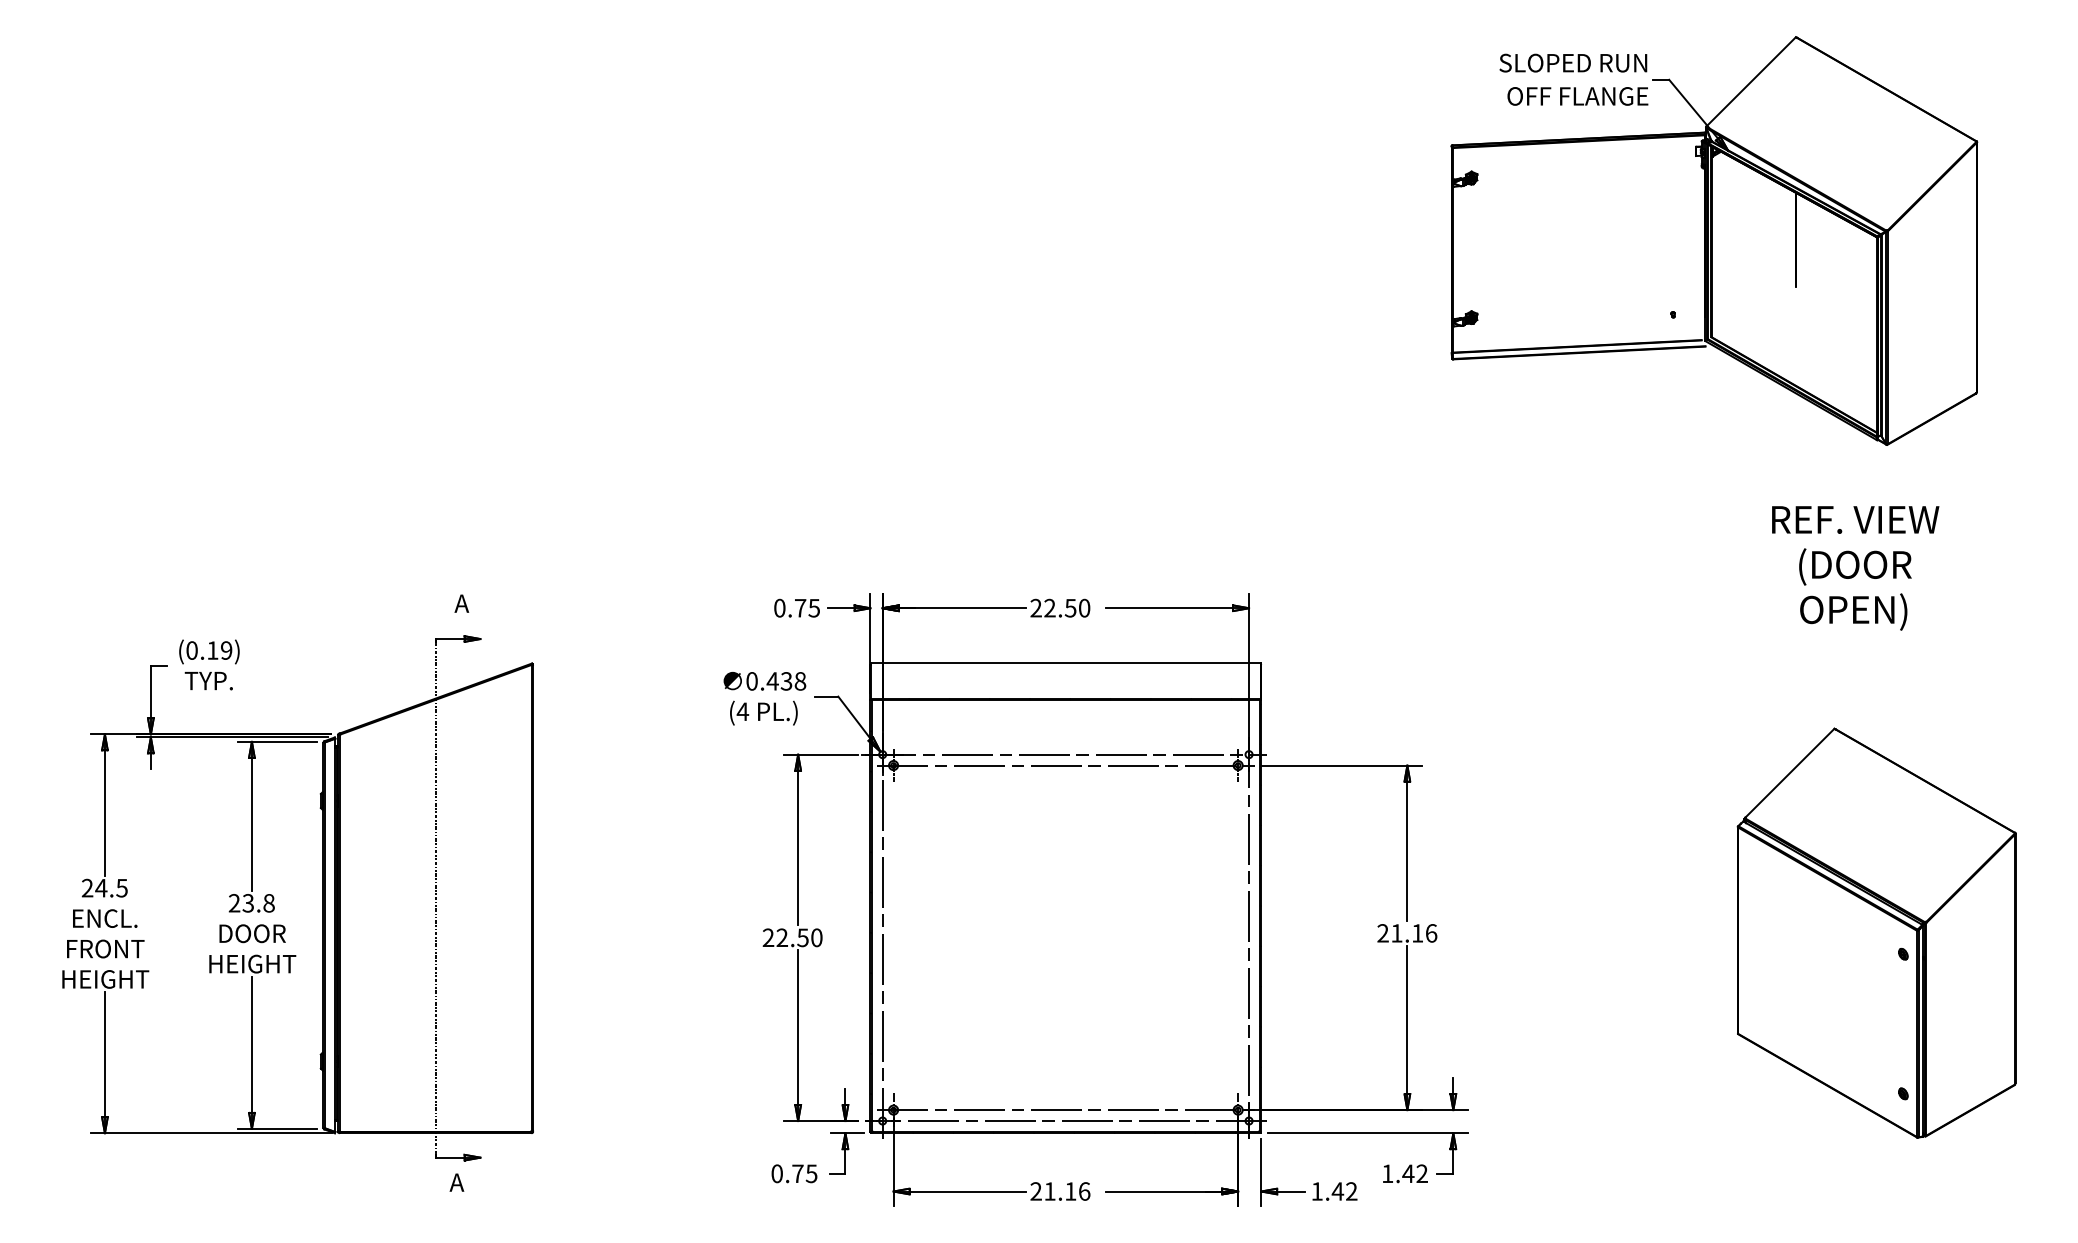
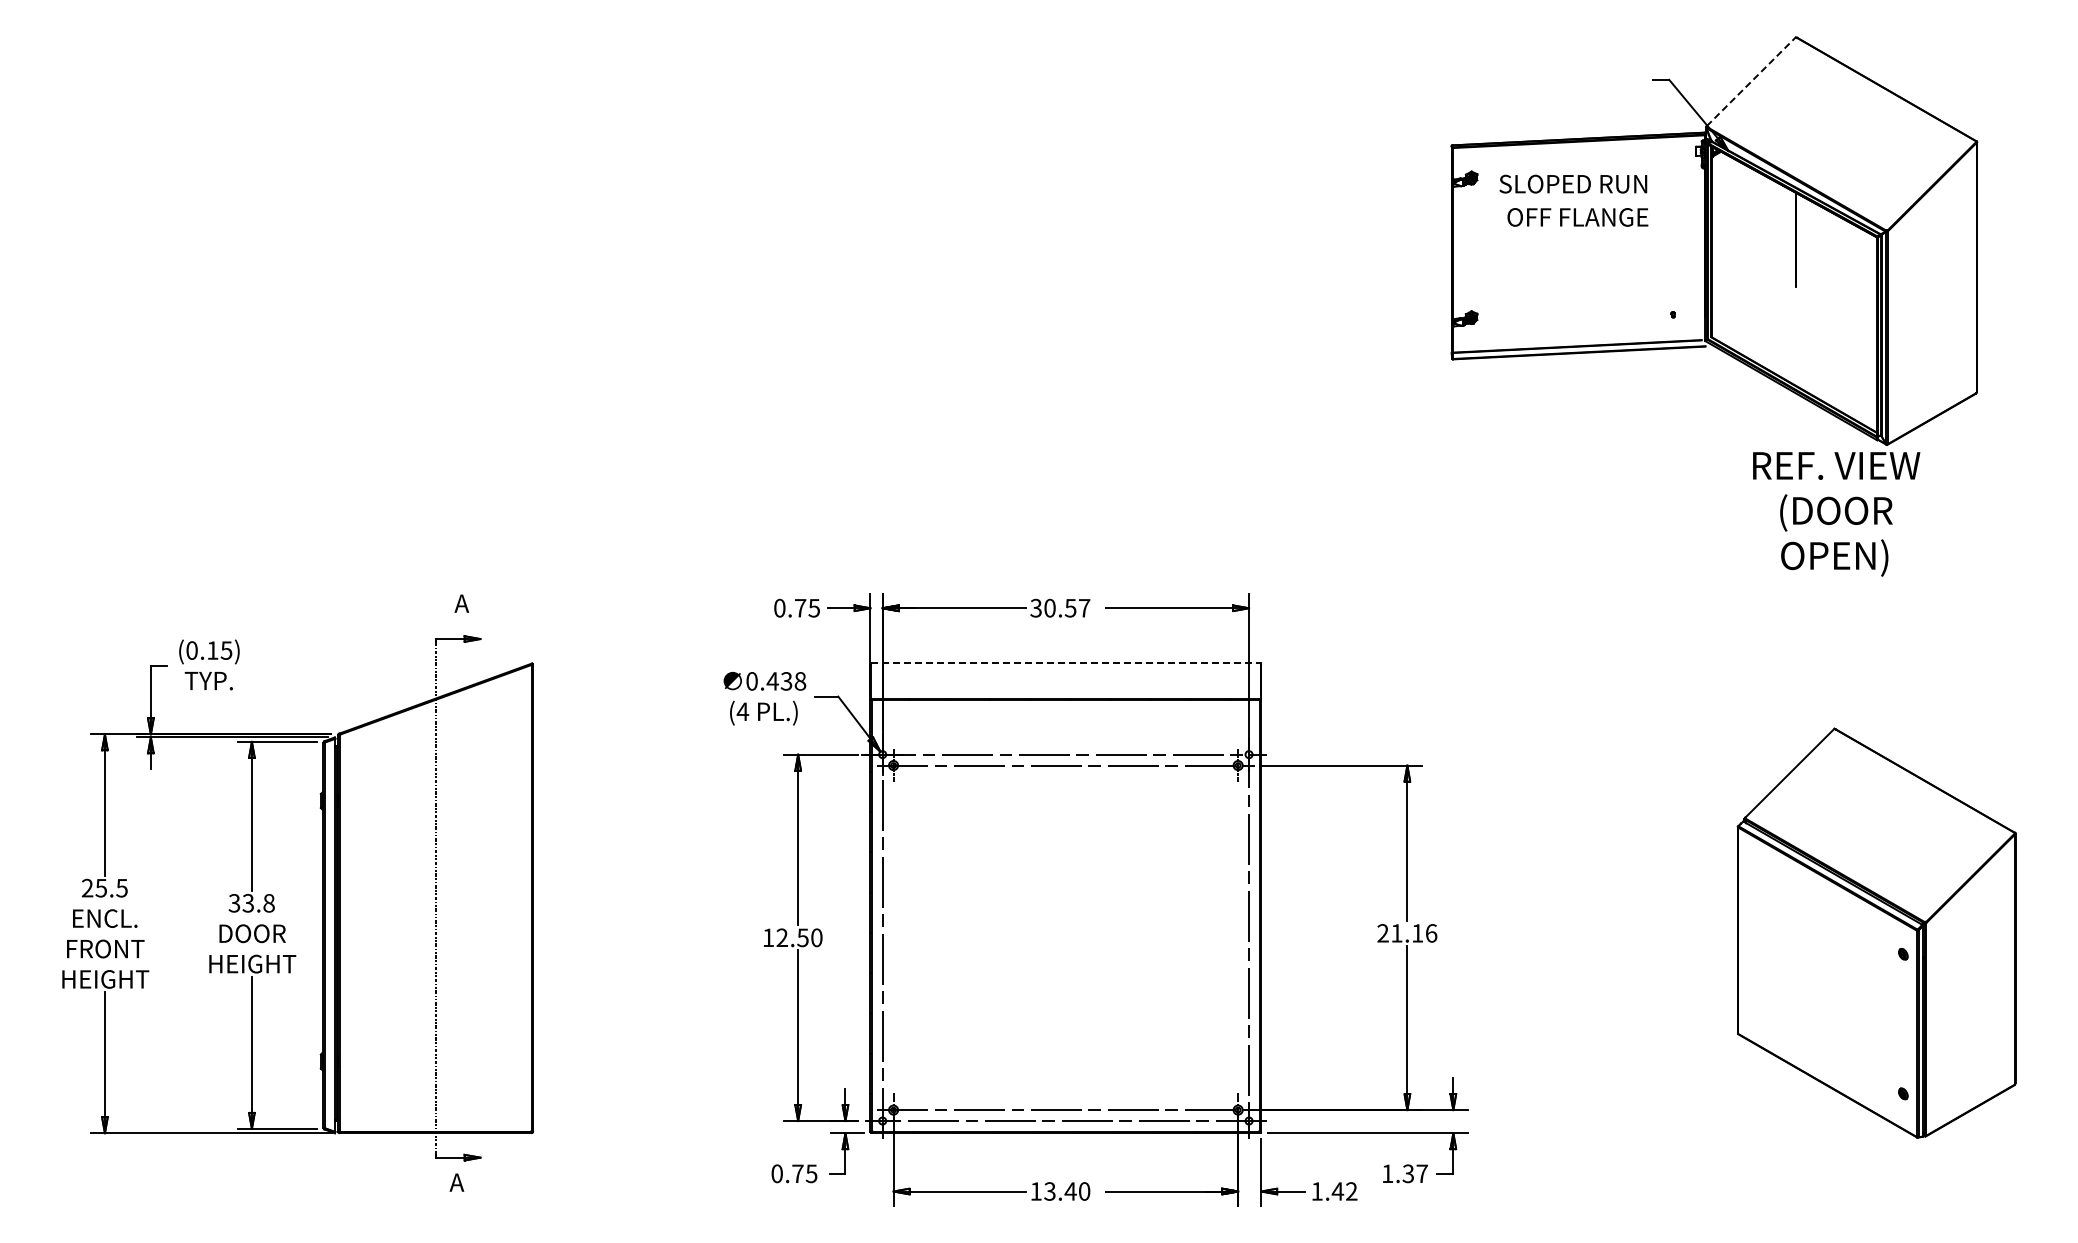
text at (1573, 79) position: (1573, 79) -> (1573, 200)
line at (1751, 81): solid -> dashed
text at (1855, 568) position: (1855, 568) -> (1836, 514)
text at (1060, 607): 22.50 -> 30.57
text at (226, 650): (0.19) -> (0.15)
line at (1065, 663): solid -> dashed
text at (101, 888): 24.5 -> 25.5
text at (234, 903): 23.8 -> 33.8
text at (768, 937): 22.50 -> 12.50
text at (1414, 1173): 1.42 -> 1.37
text at (1060, 1191): 21.16 -> 13.40
